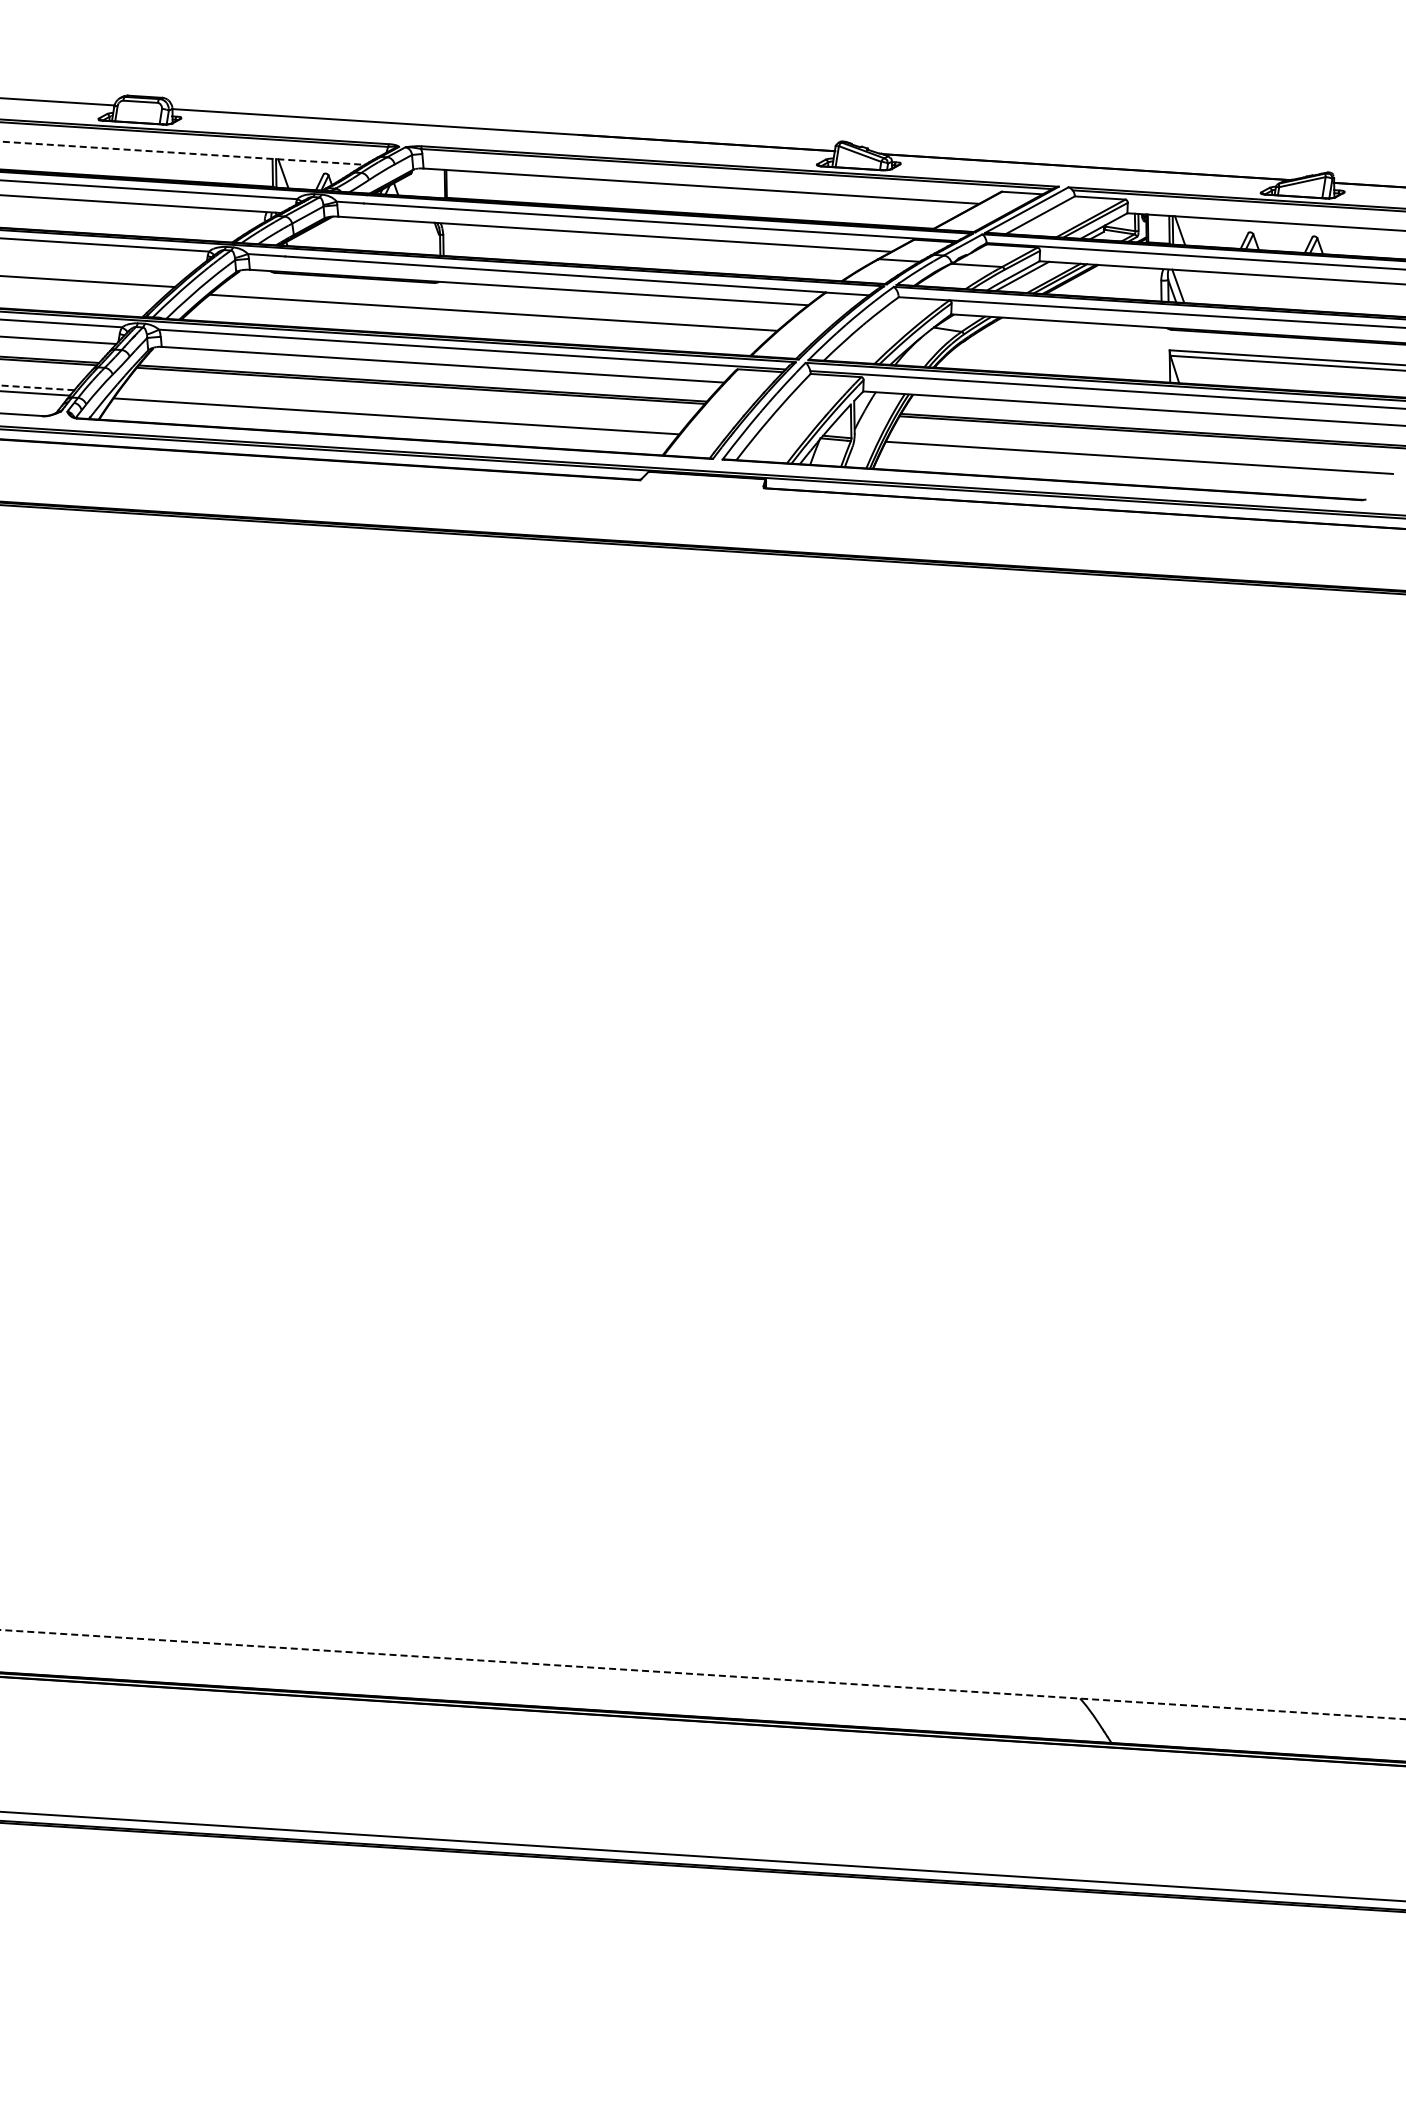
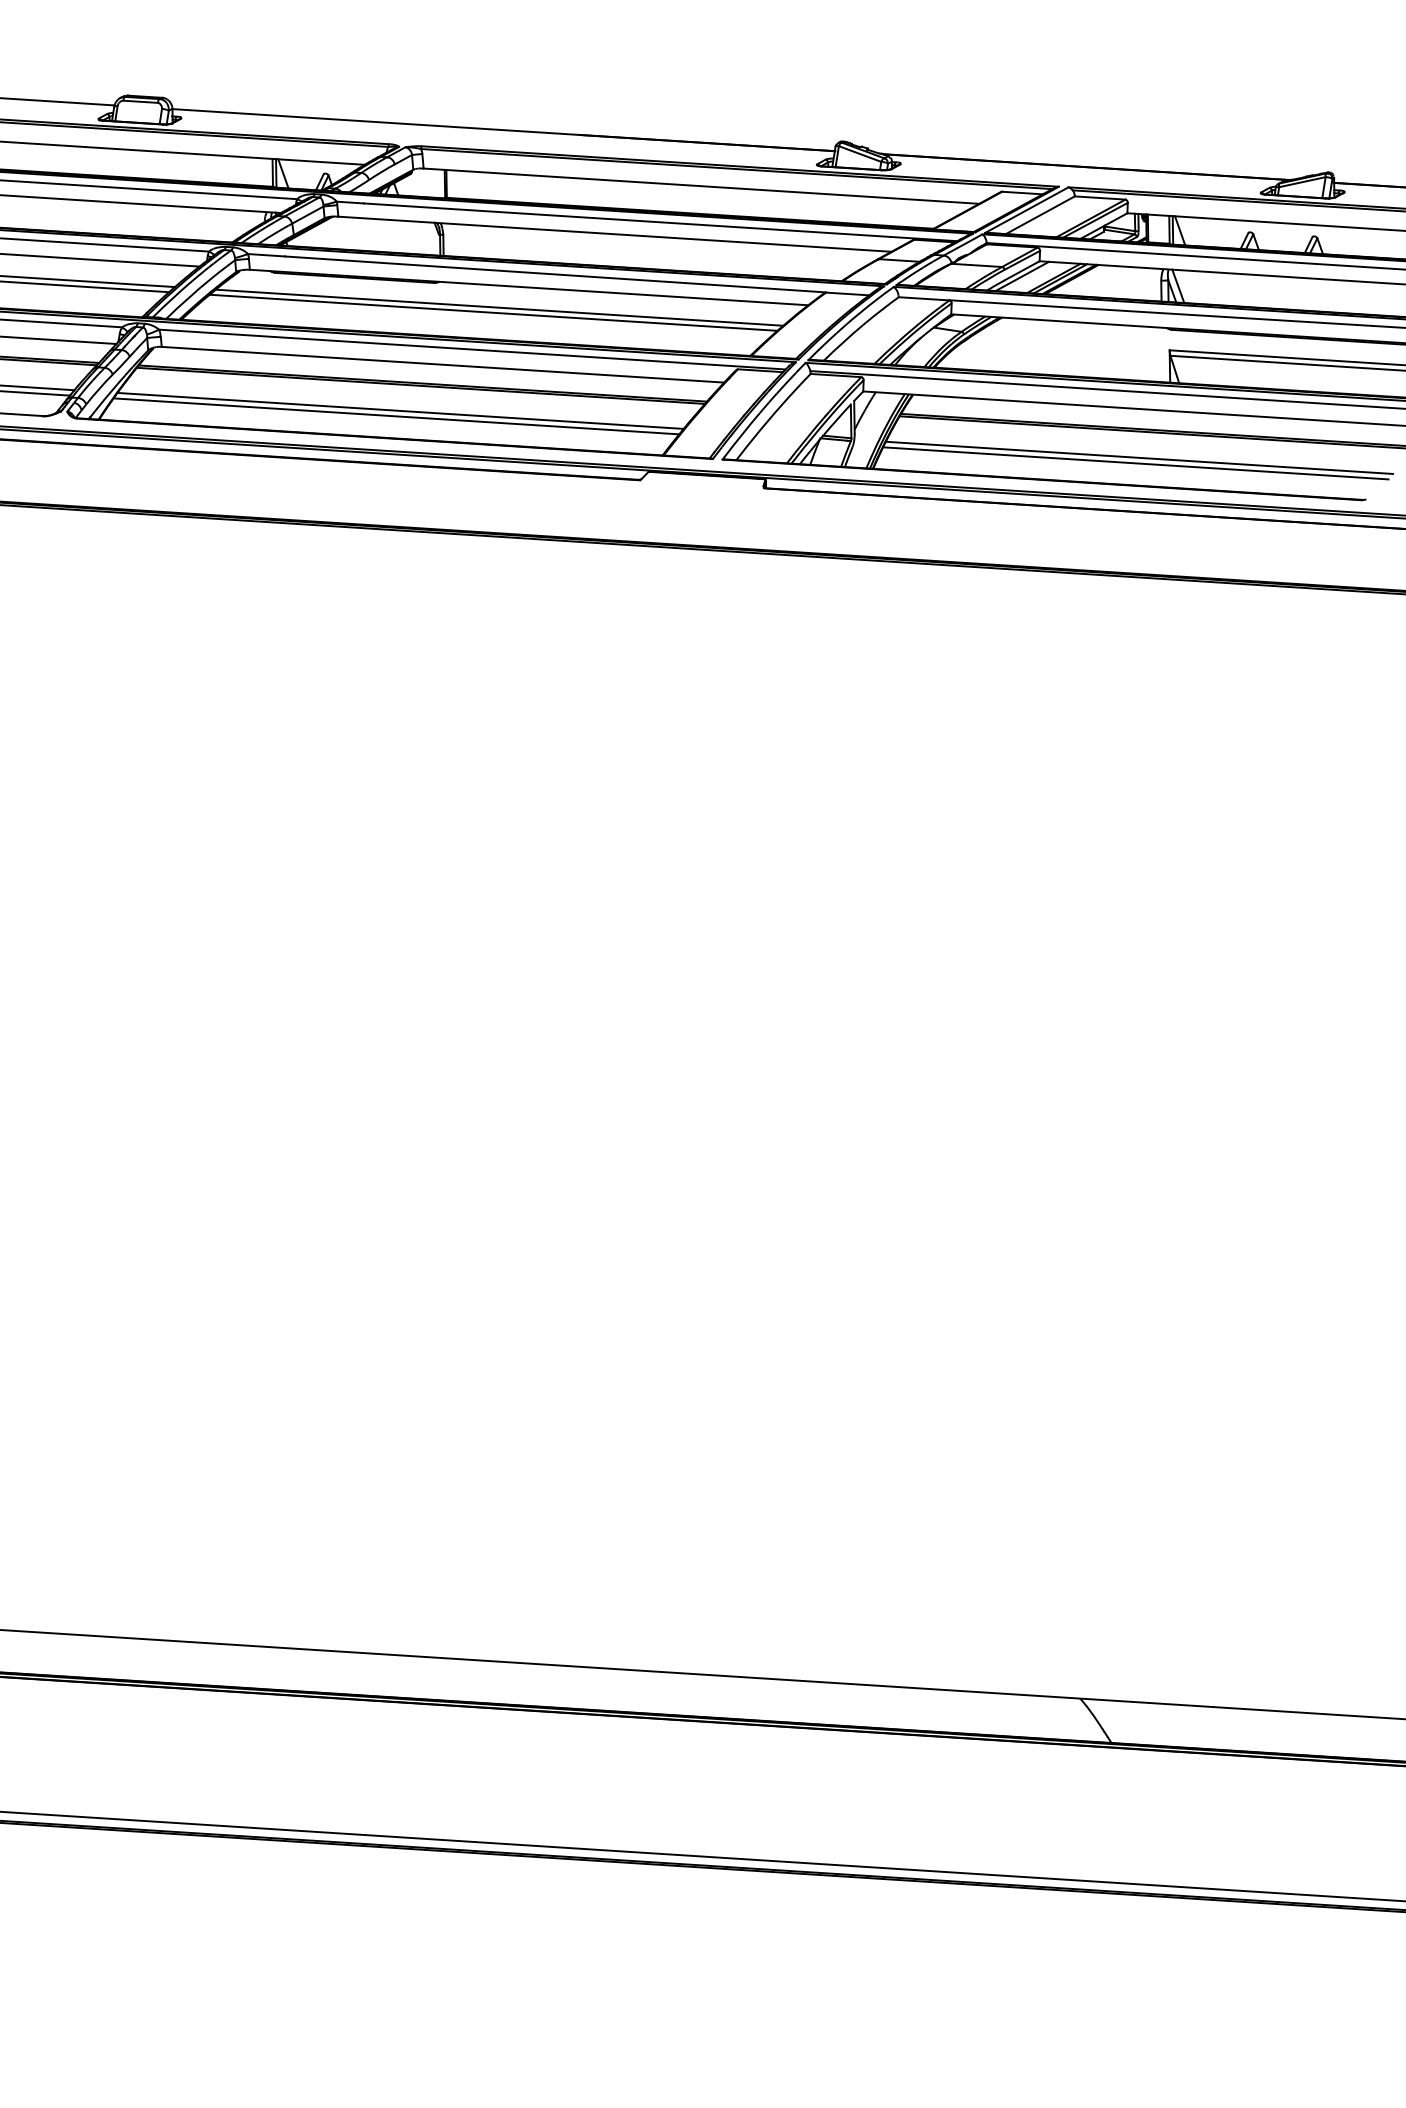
line at (183, 153): dashed -> solid
line at (100, 260): none -> present
line at (85, 286): none -> present
line at (499, 307): none -> present
line at (37, 387): dashed -> solid
line at (400, 410): none -> present
line at (1135, 463): none -> present
line at (702, 1674): dashed -> solid
